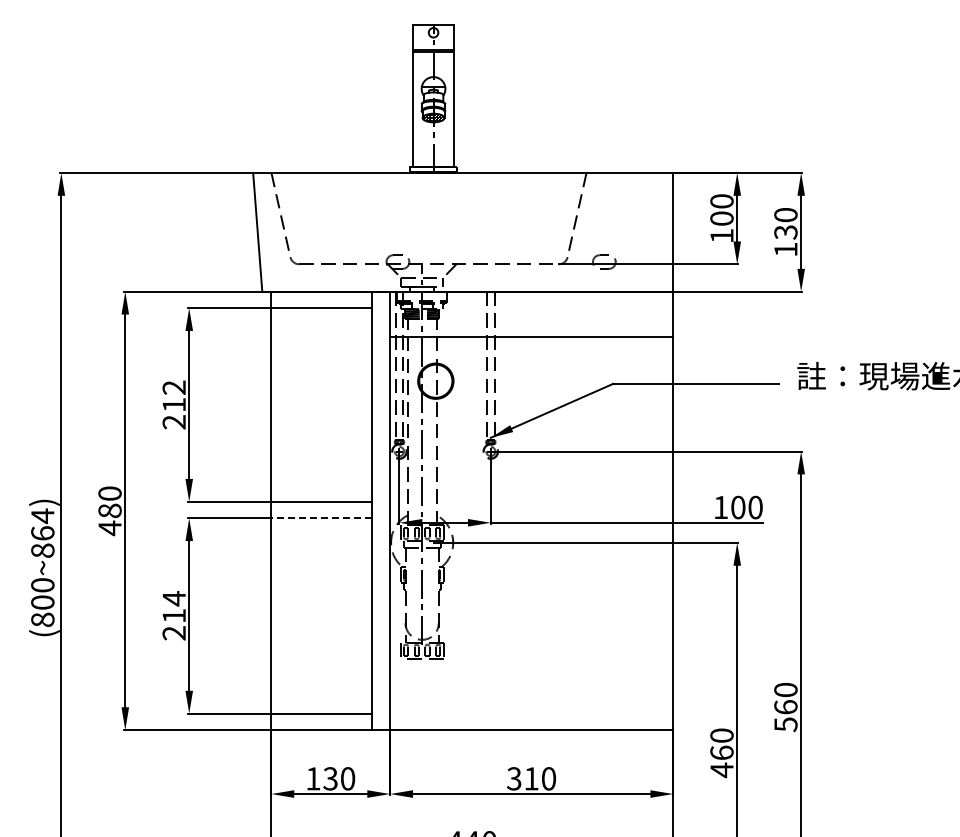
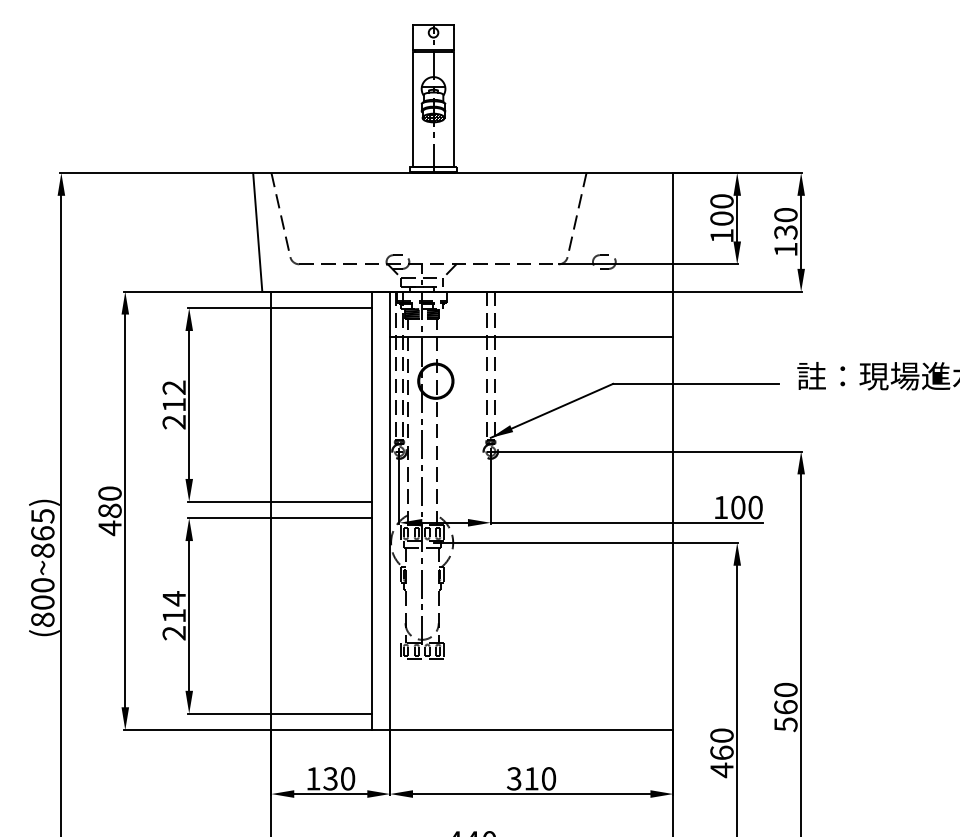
text at (42, 516): (800~864) -> (800~865)
line at (321, 518): dashed -> solid
